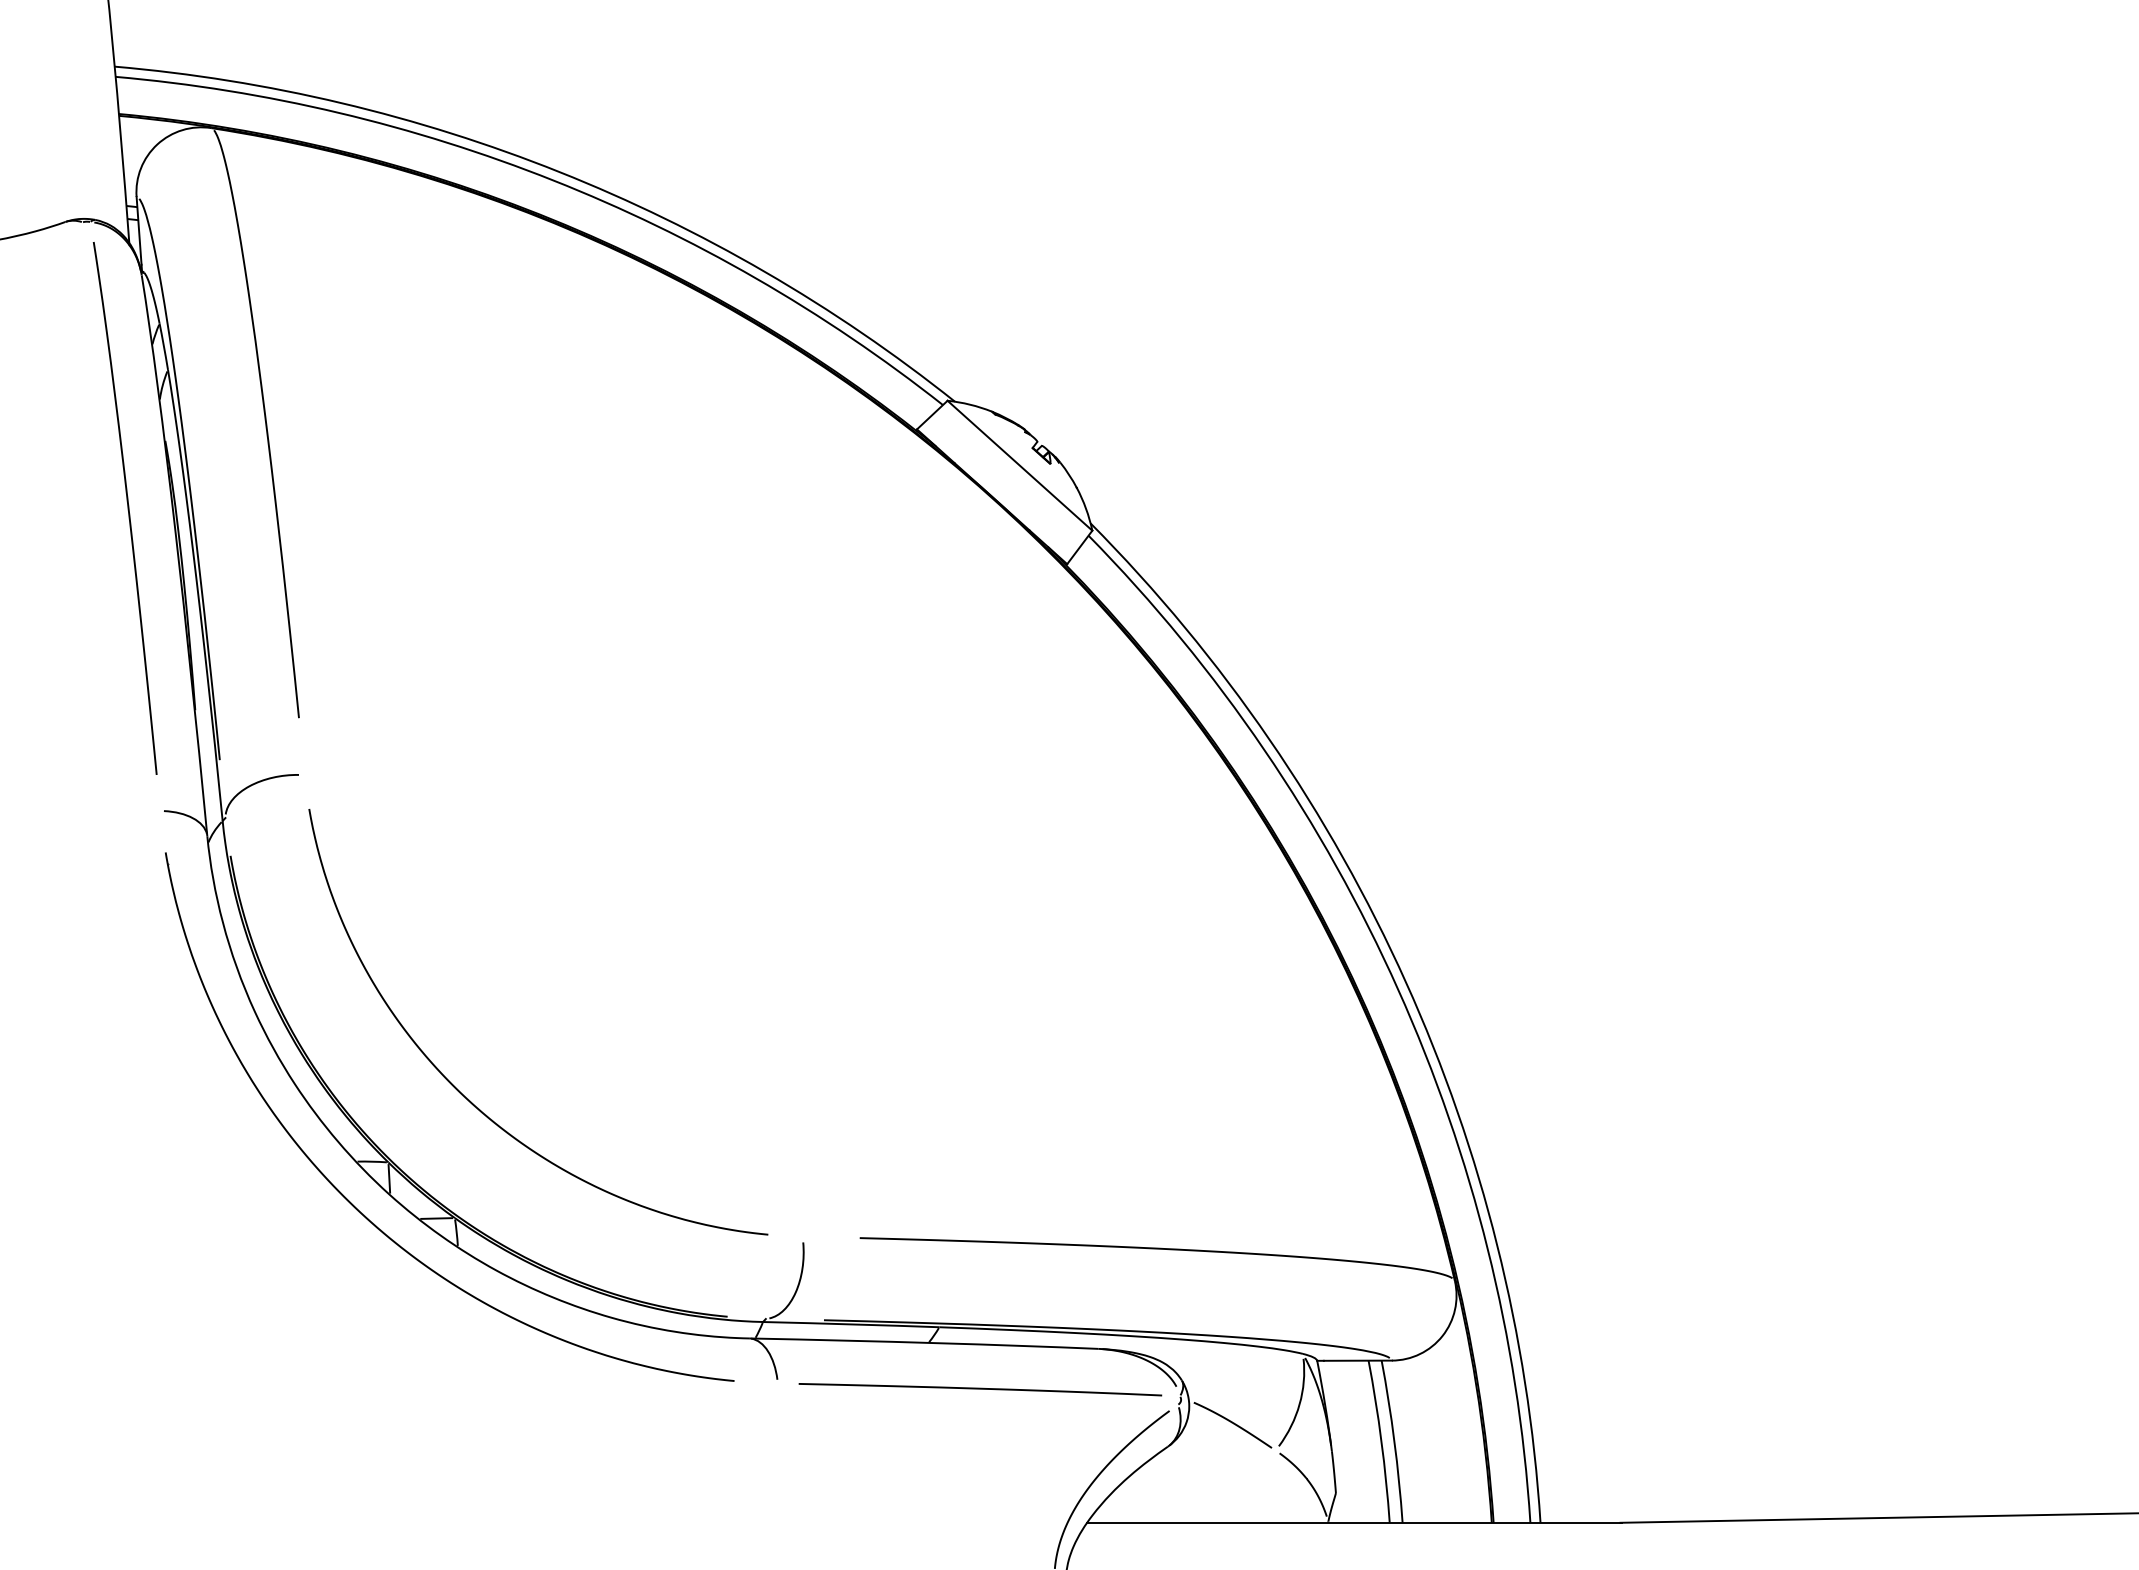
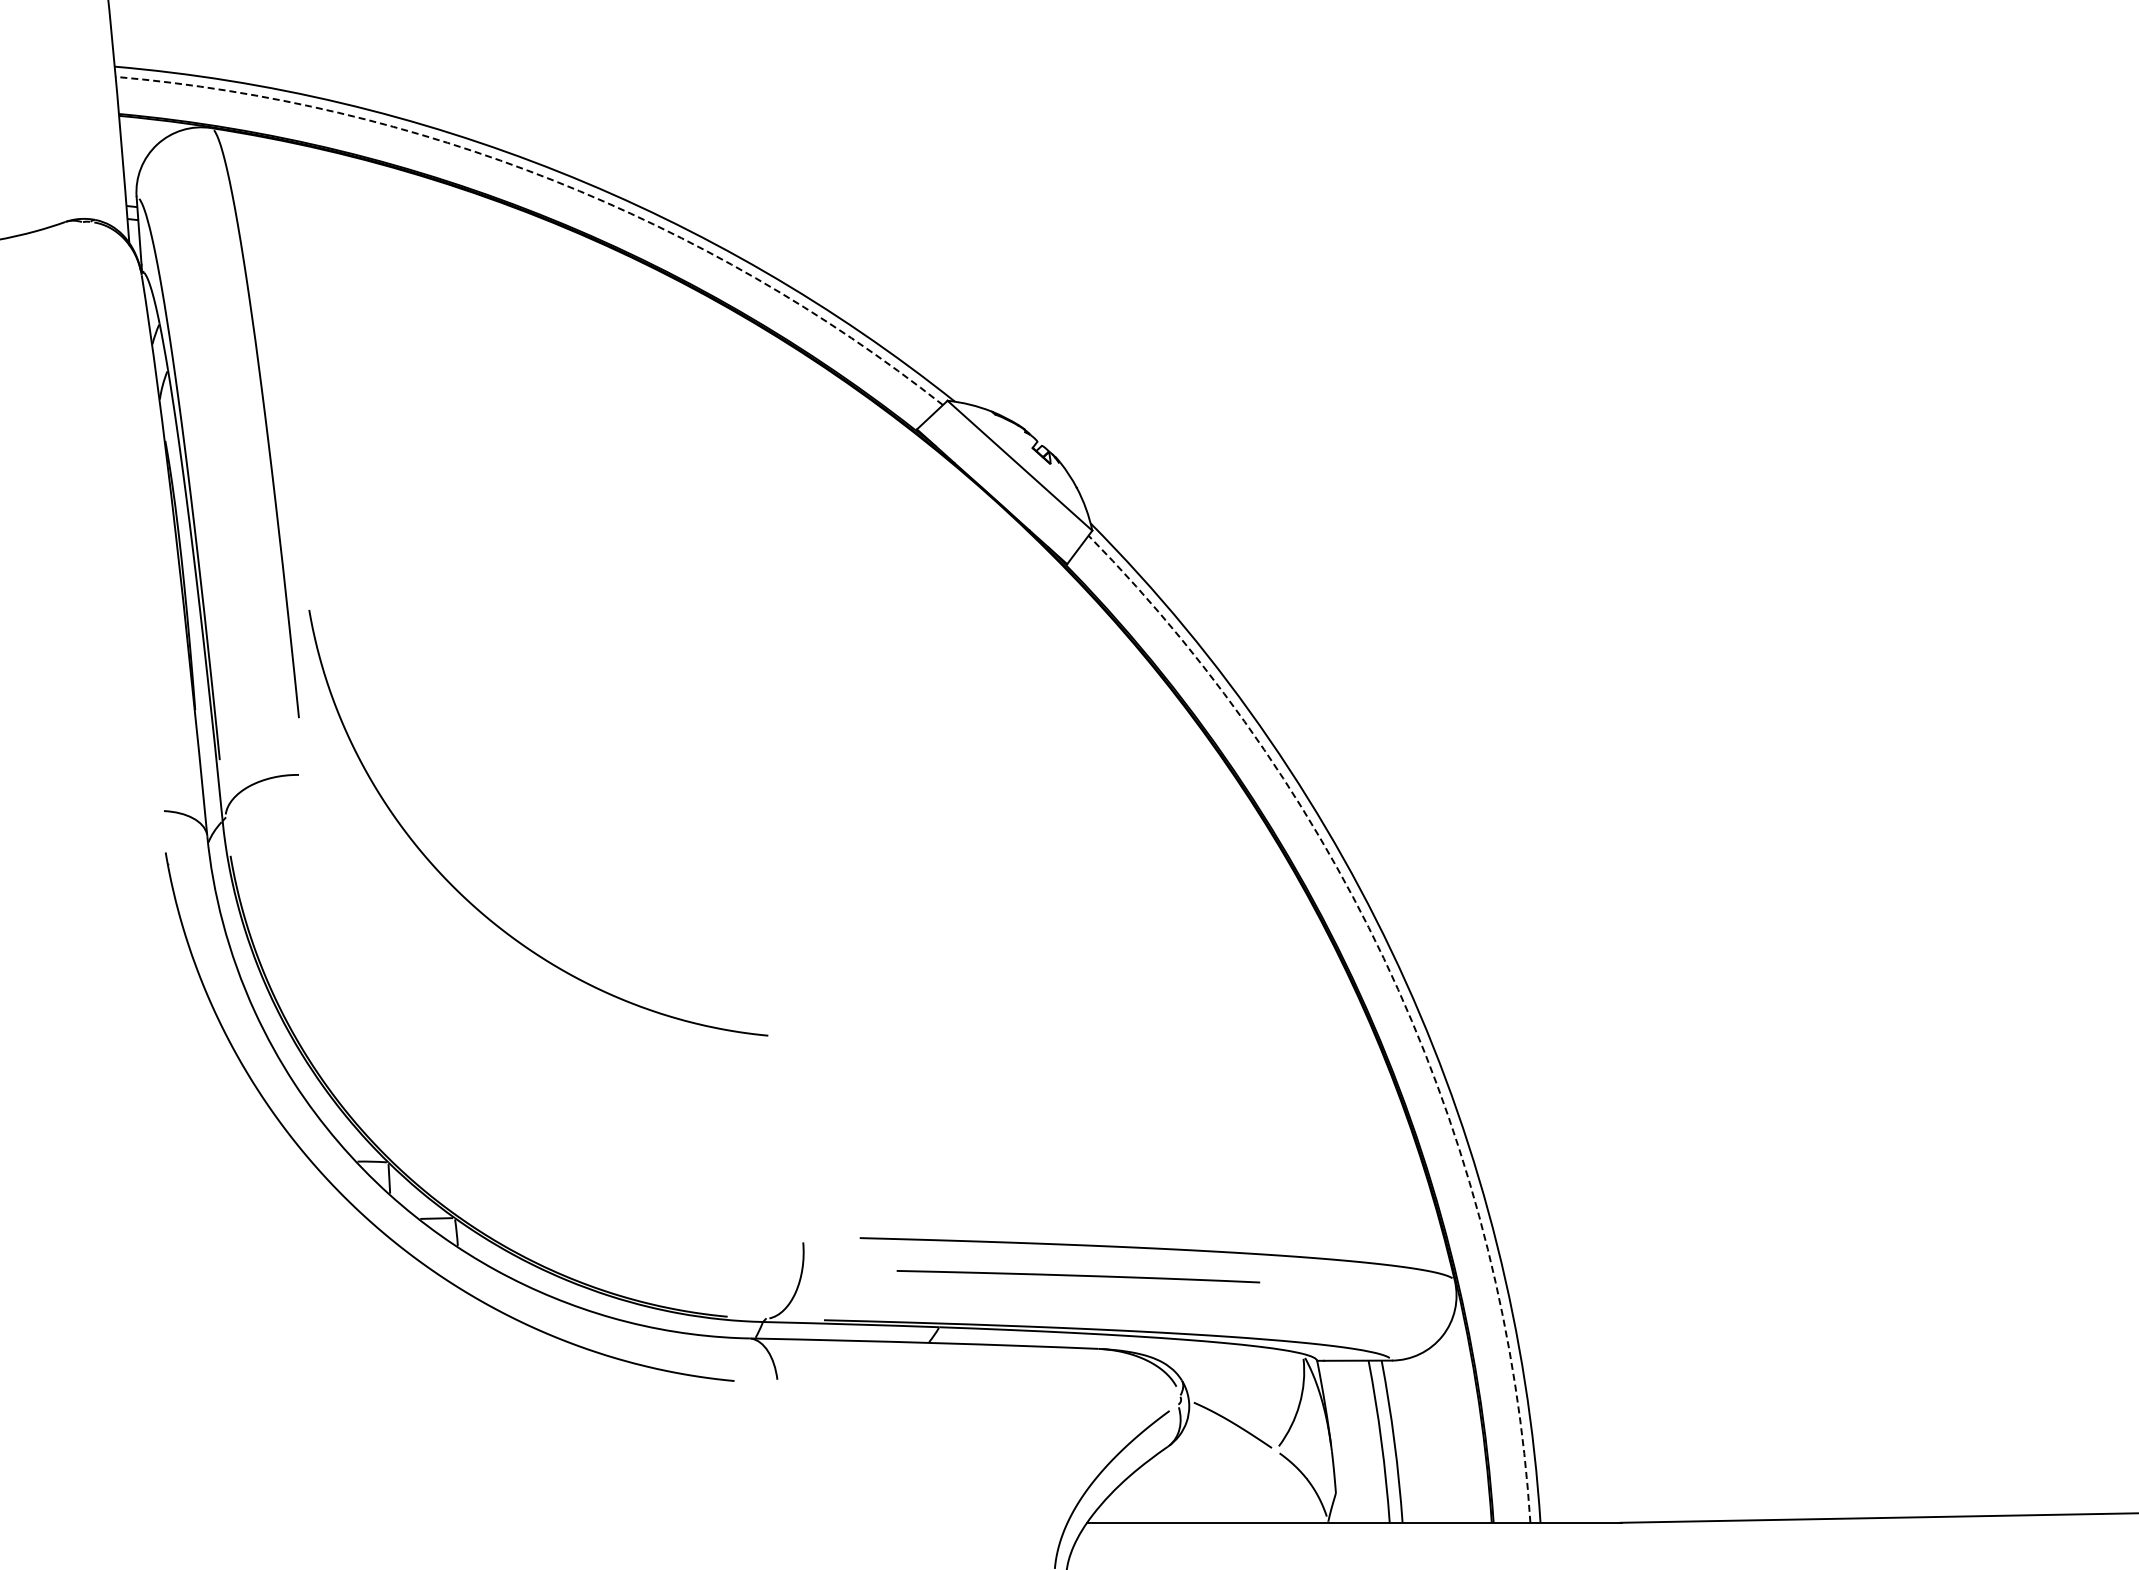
arc at (553, 180): solid -> dashed
curve at (127, 508): present -> none
arc at (1398, 989): solid -> dashed
curve at (469, 1099) position: (469, 1099) -> (469, 900)
curve at (980, 1389) position: (980, 1389) -> (1078, 1276)
